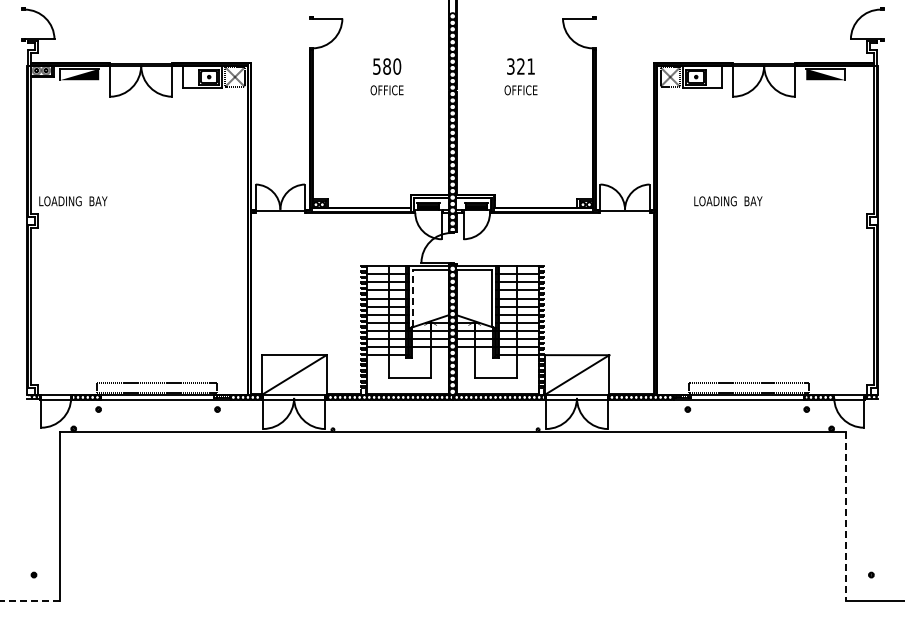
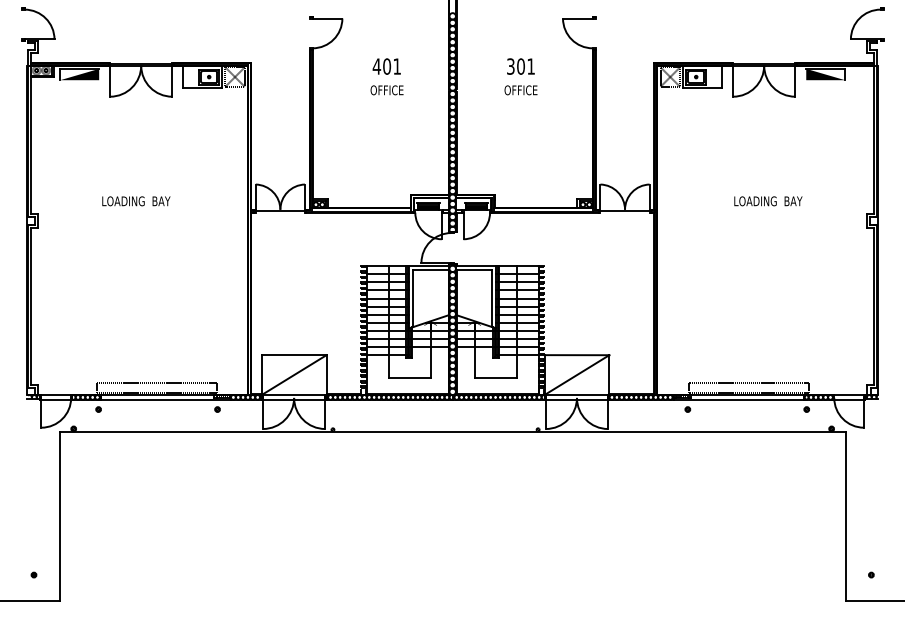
text at (386, 66): 580 -> 401
text at (520, 66): 321 -> 301
text at (73, 201) position: (73, 201) -> (136, 201)
text at (728, 201) position: (728, 201) -> (768, 201)
line at (413, 298): dashed -> solid
line at (845, 516): dashed -> solid
line at (29, 600): dashed -> solid
